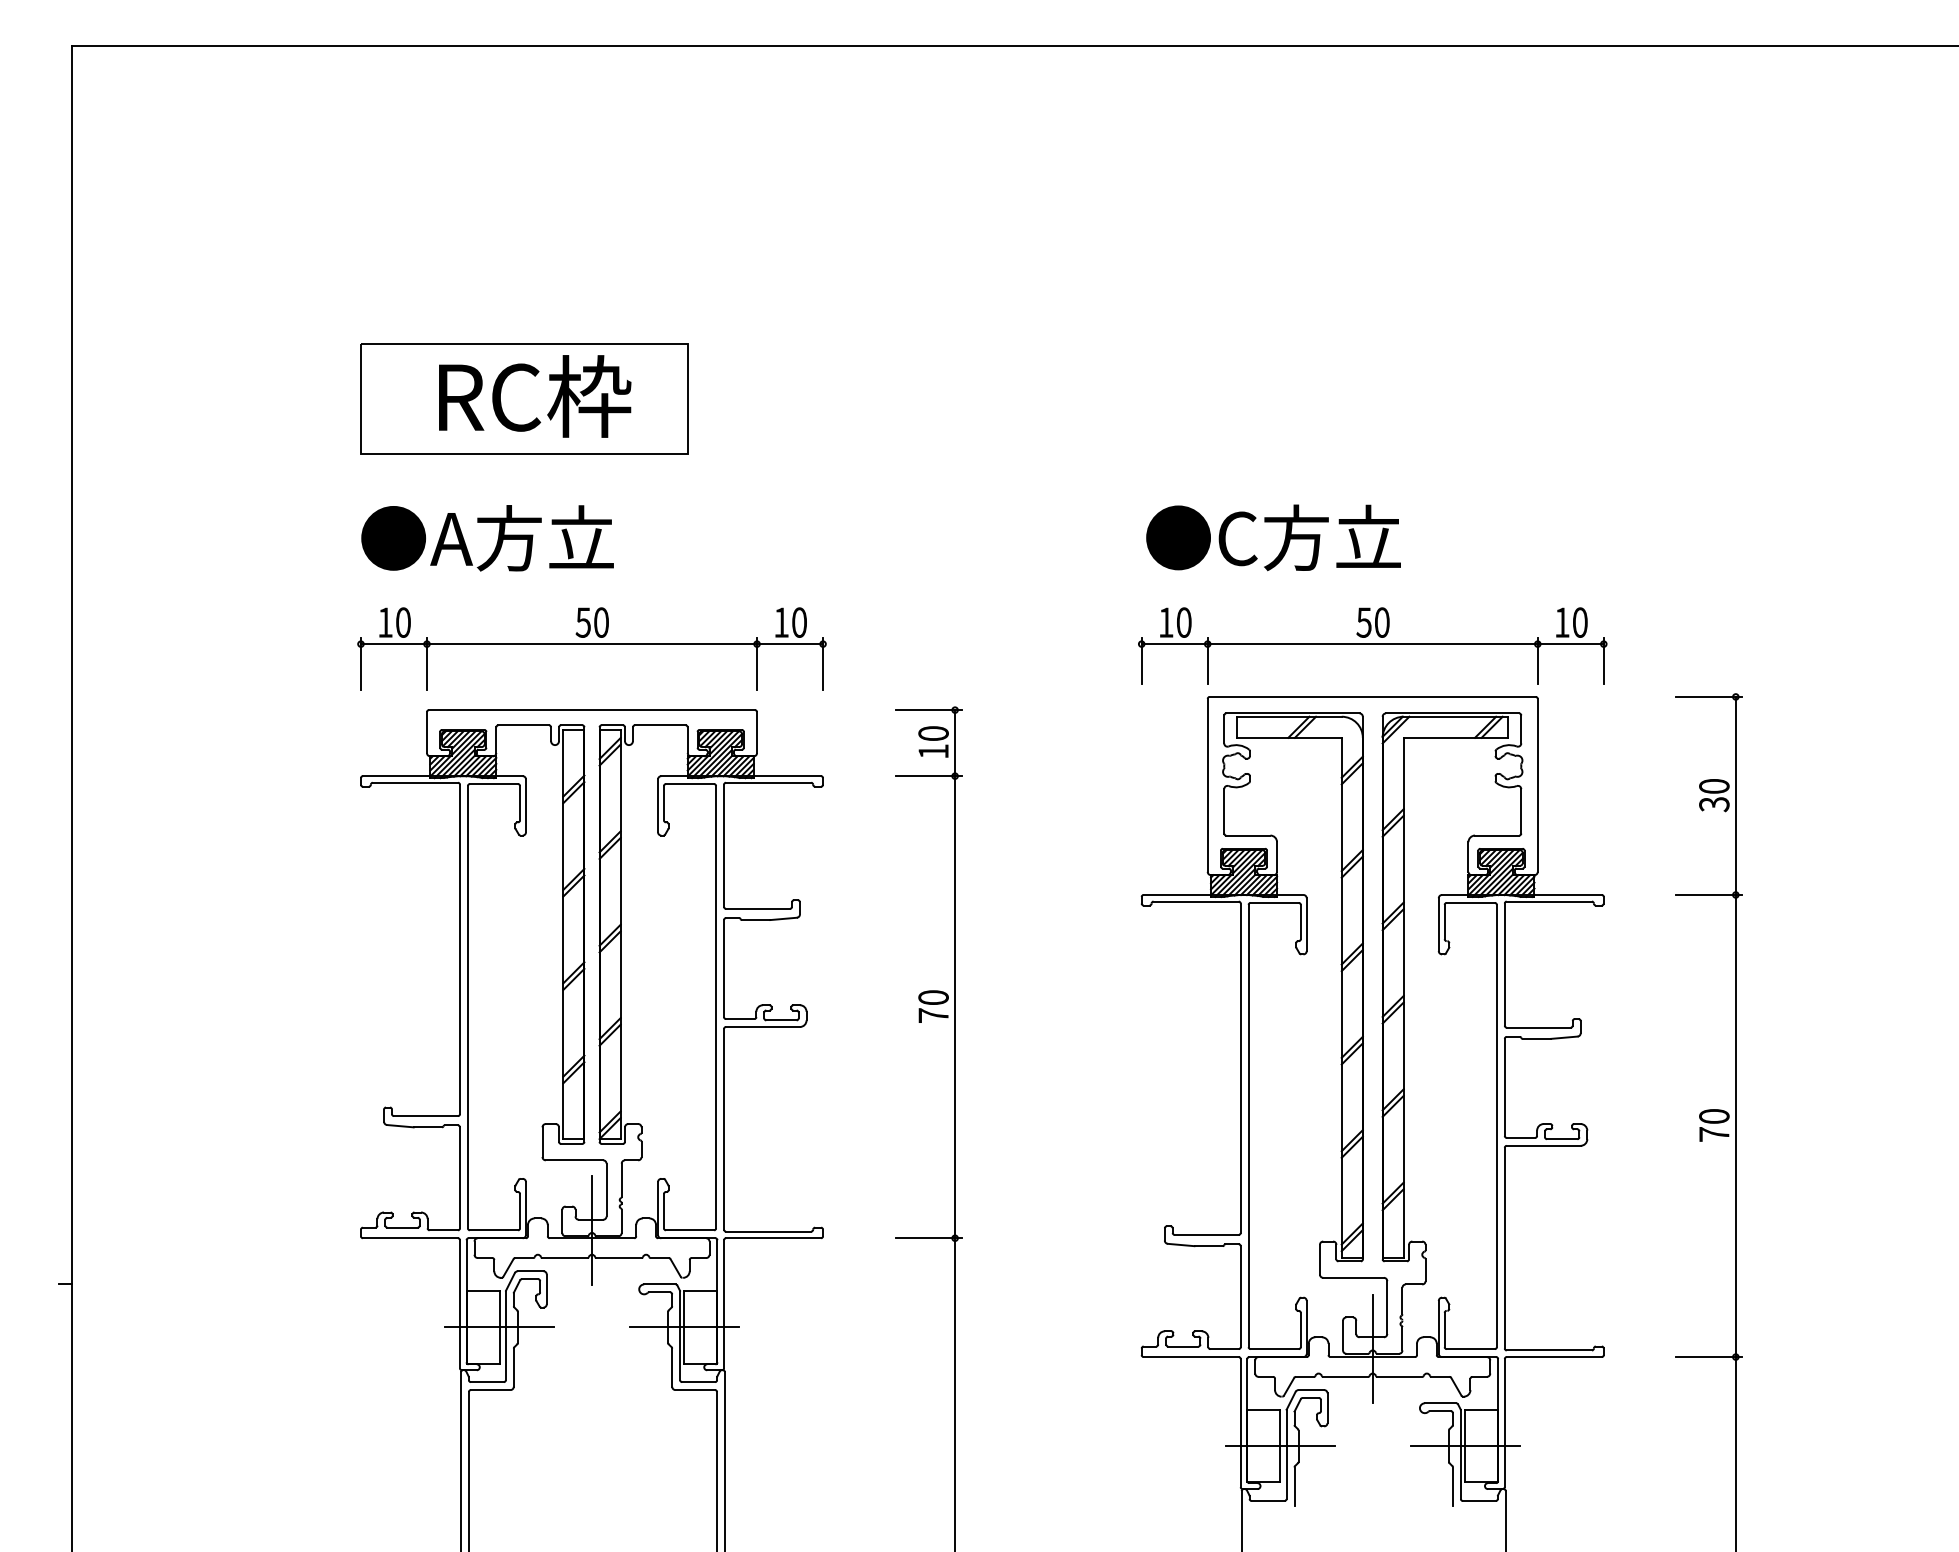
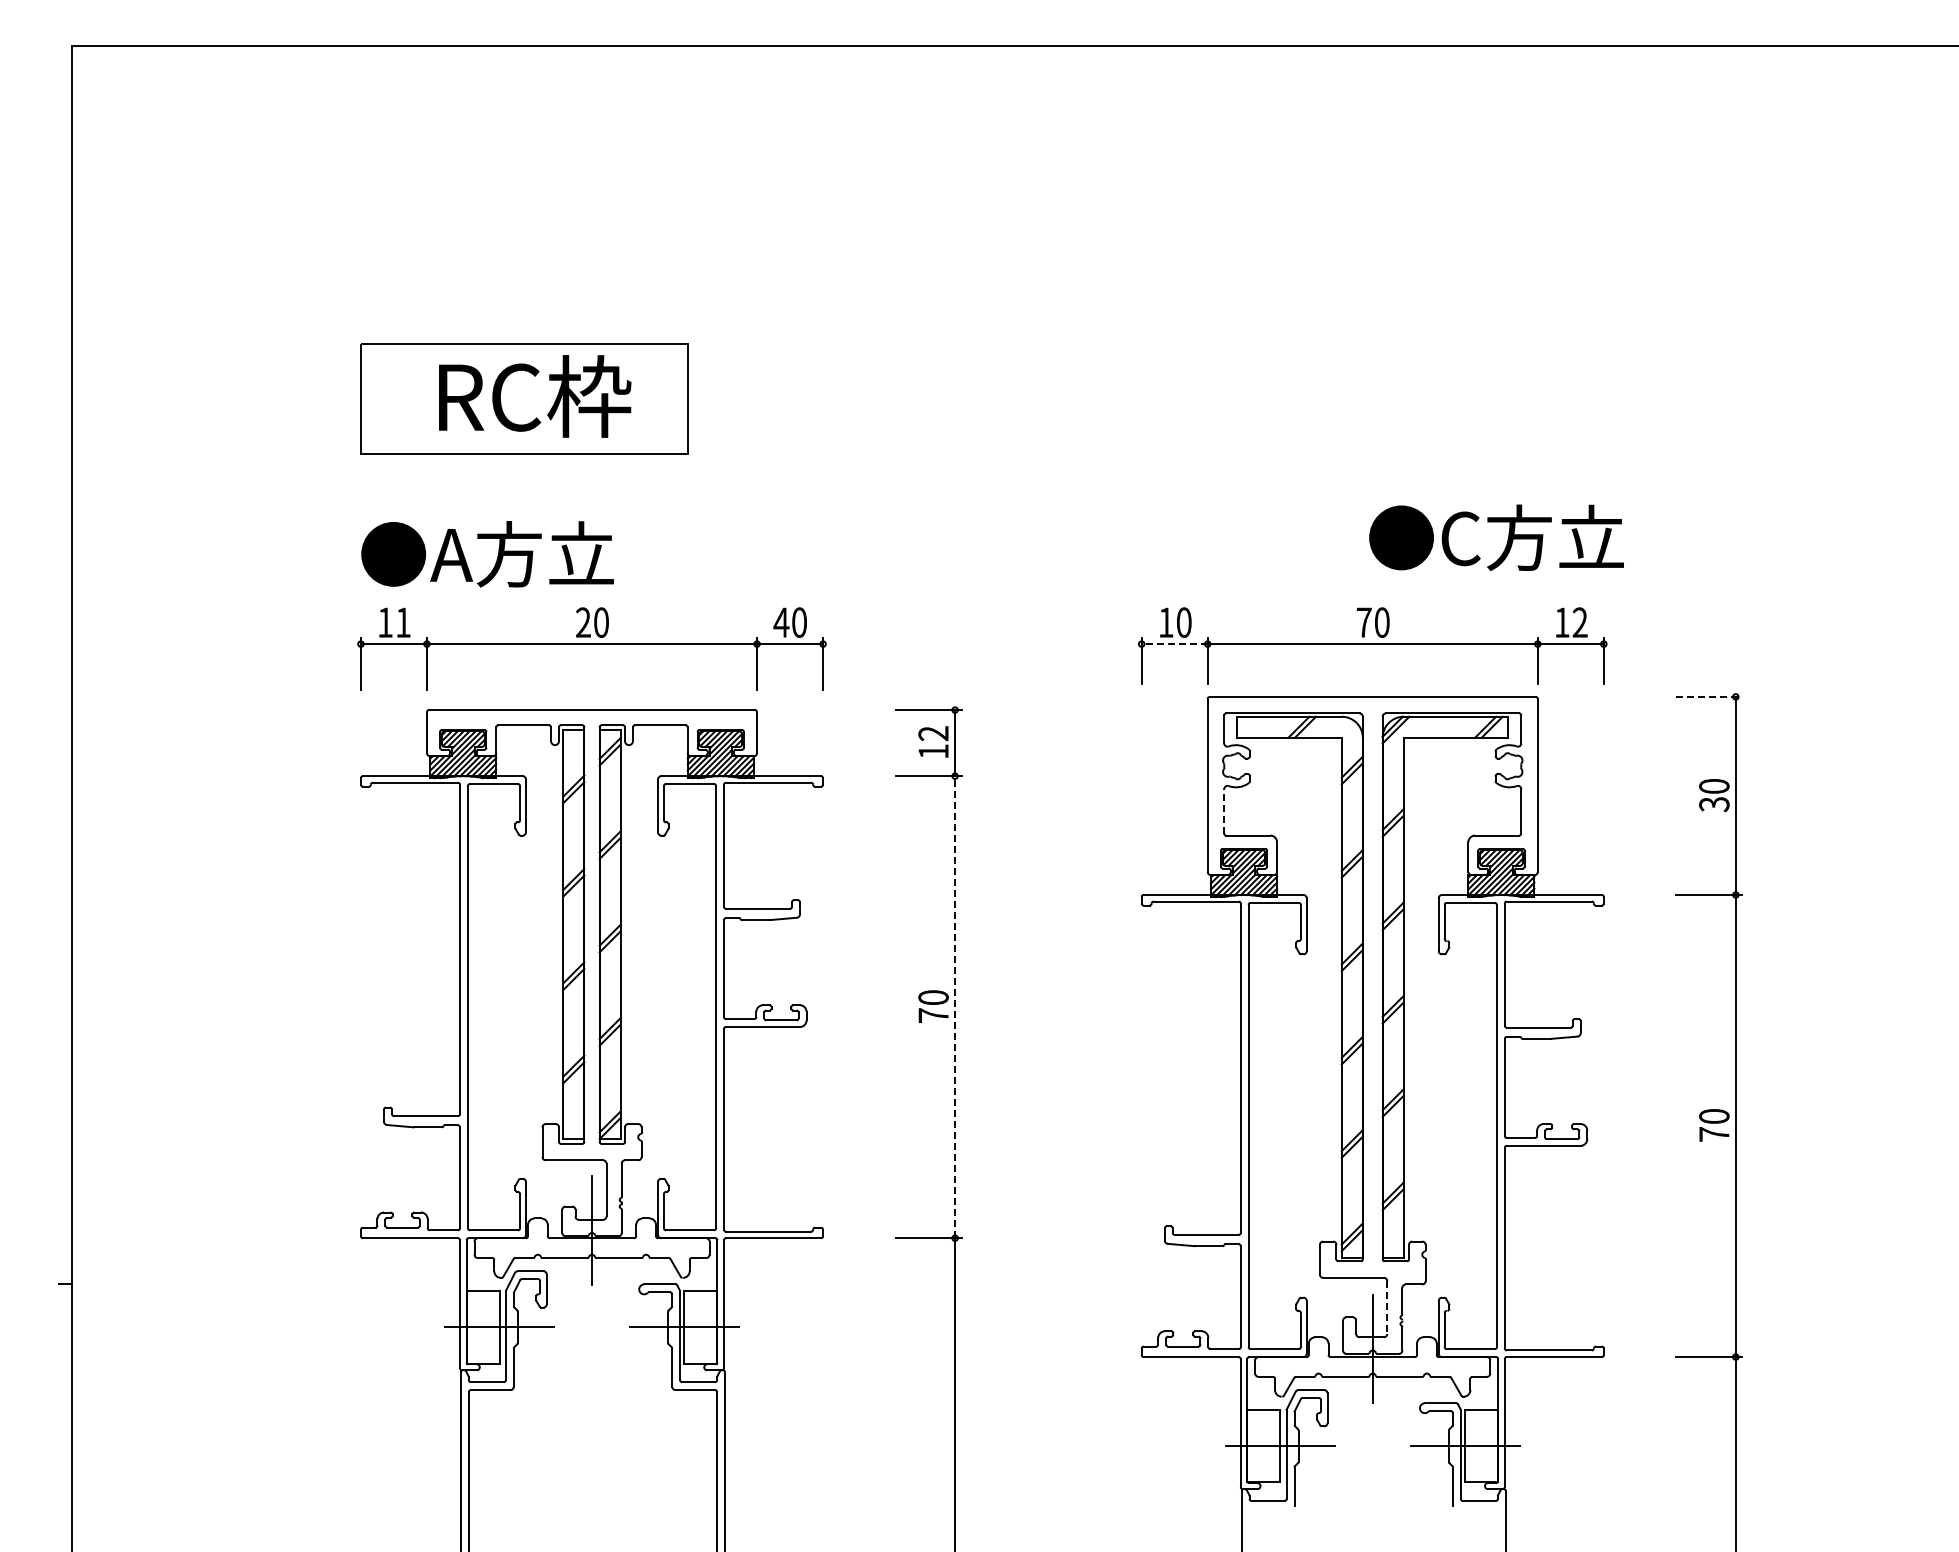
text at (1273, 537) position: (1273, 537) -> (1496, 537)
text at (487, 538) position: (487, 538) -> (487, 554)
text at (403, 622): 10 -> 11
text at (582, 622): 50 -> 20
text at (781, 622): 10 -> 40
text at (1363, 622): 50 -> 70
text at (1579, 622): 10 -> 12
line at (1174, 644): solid -> dashed
line at (1709, 696): solid -> dashed
text at (933, 733): 10 -> 12
line at (1224, 810): solid -> dashed
line at (955, 1006): solid -> dashed
line at (1387, 1308): solid -> dashed
